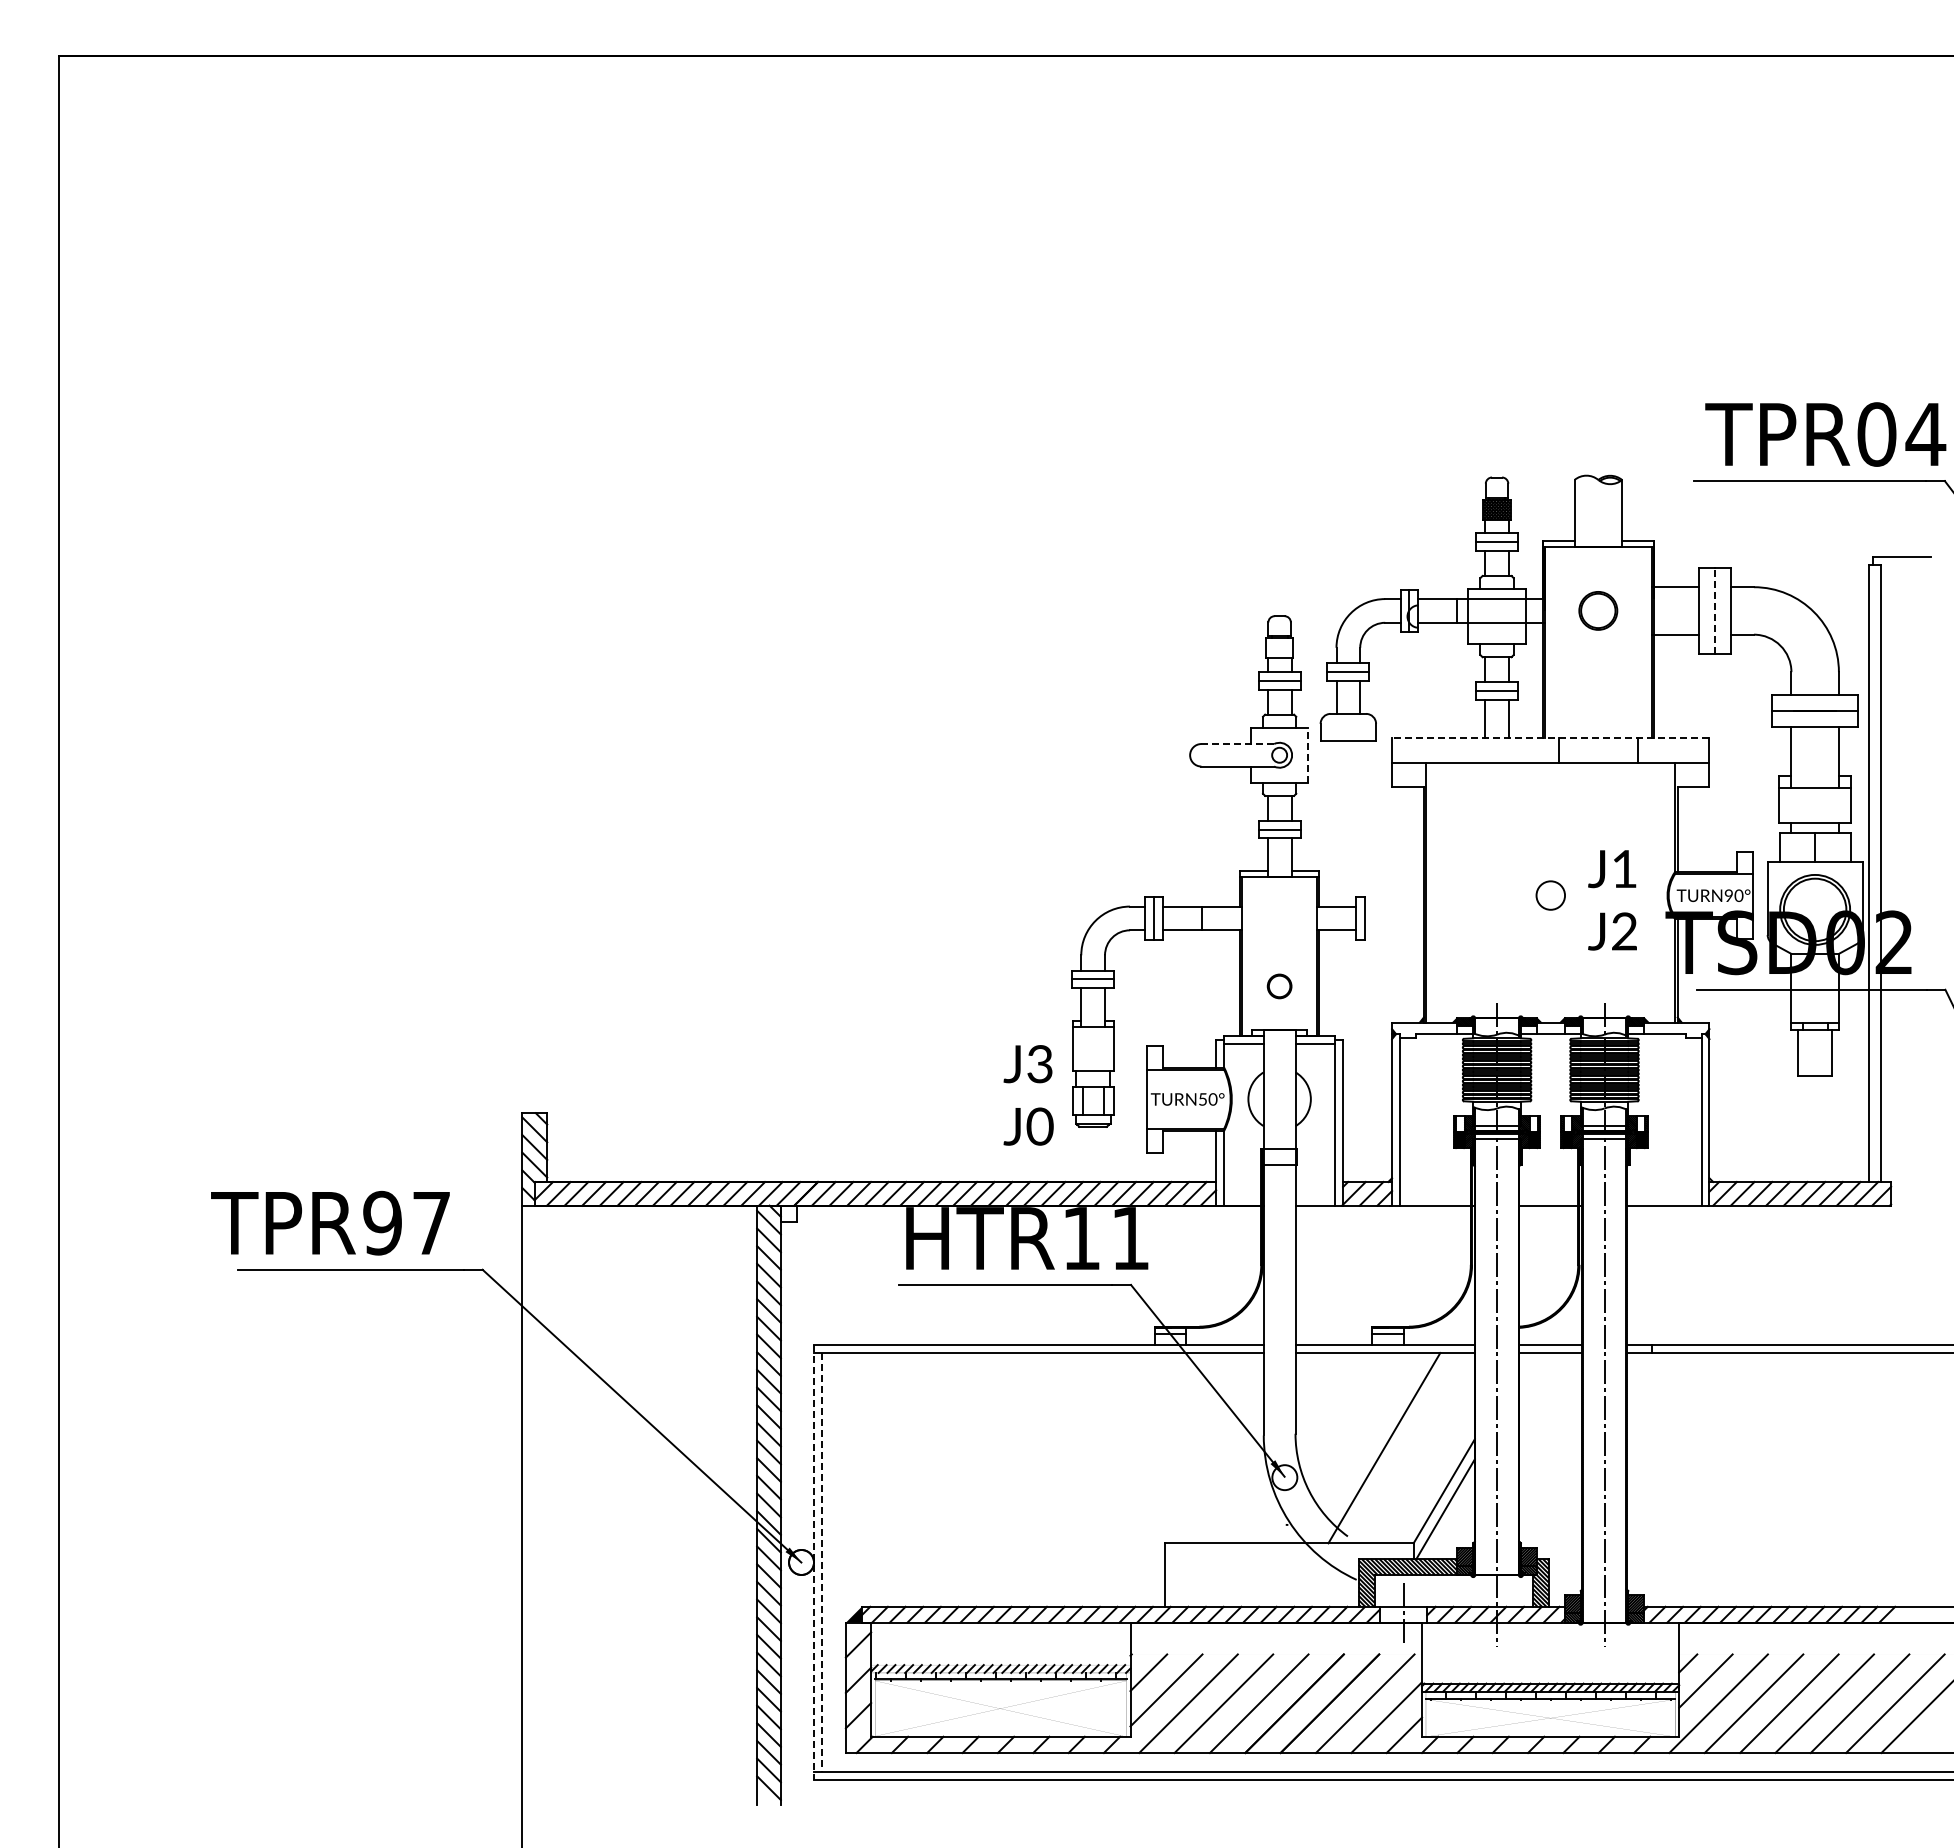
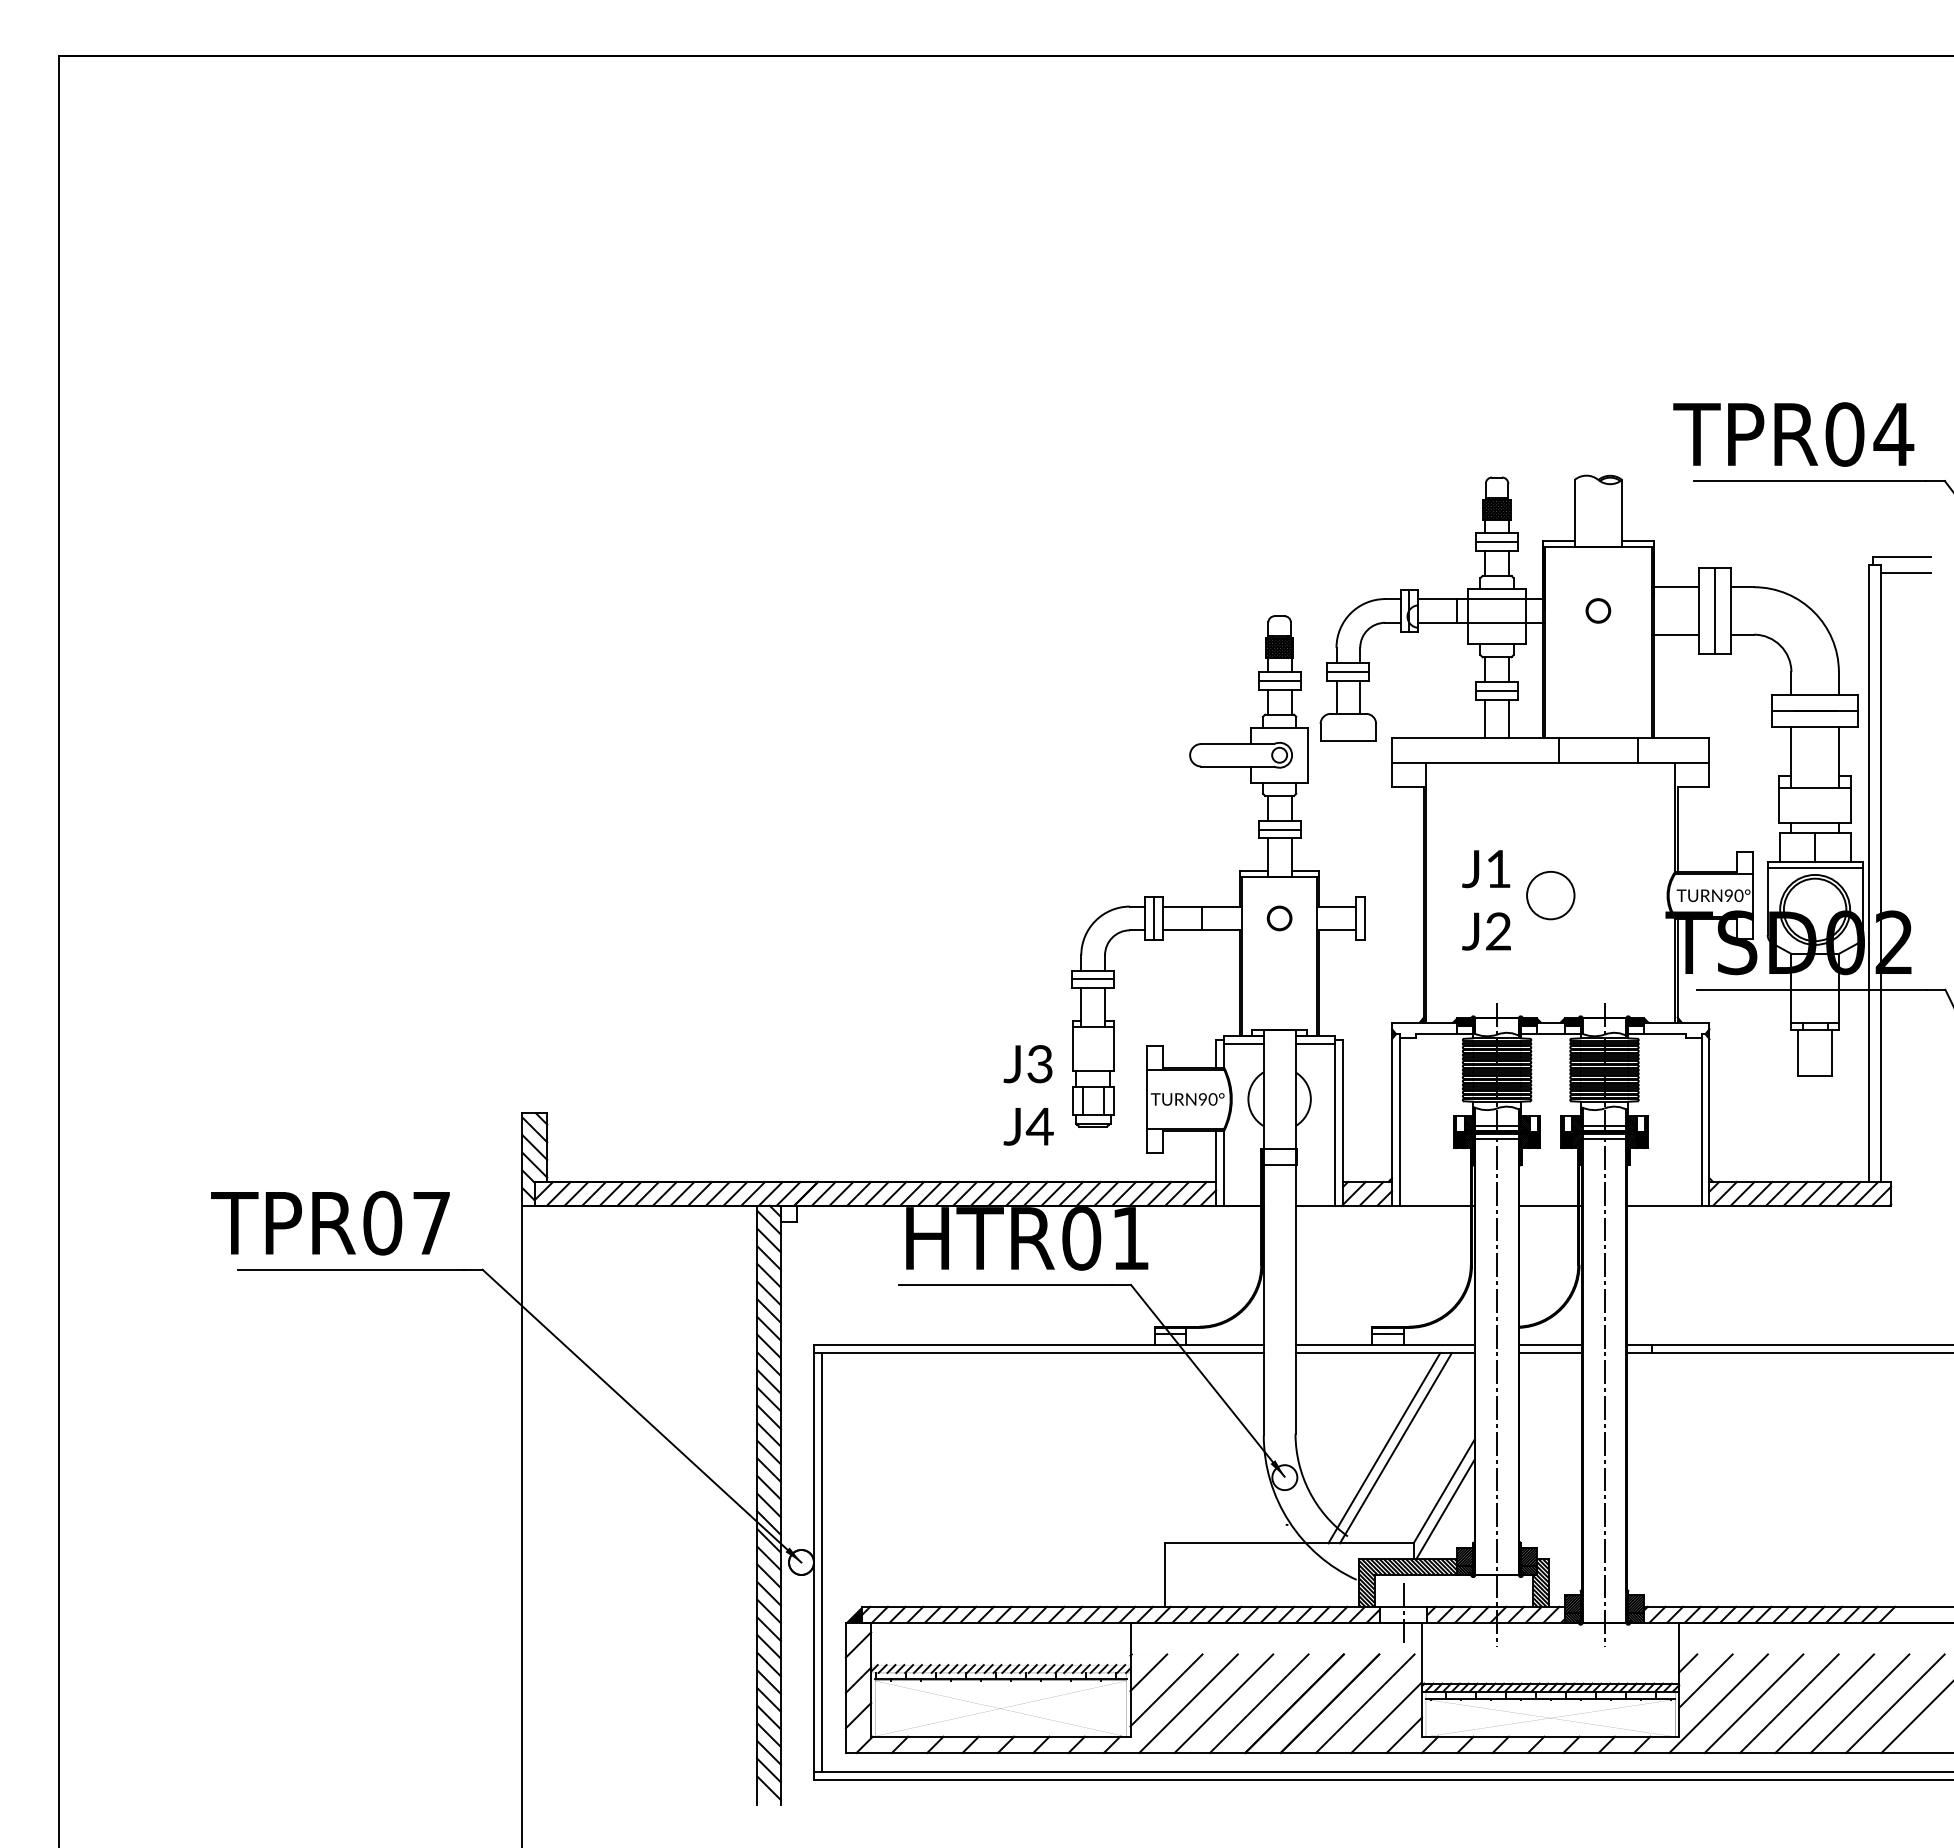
text at (1825, 434) position: (1825, 434) -> (1793, 434)
line at (1905, 573): none -> present
part at (1598, 610) size: 41x40 px -> 27x26 px
line at (1715, 610): dashed -> solid
hatch at (1279, 648): none -> present
line at (1550, 737): dashed -> solid
line at (1238, 744): dashed -> solid
line at (1308, 754): dashed -> solid
line at (1814, 868): none -> present
circle at (1550, 895) diameter: 28 px -> 47 px
text at (1612, 900) position: (1612, 900) -> (1486, 900)
part at (1279, 986) position: (1279, 986) -> (1279, 918)
text at (1202, 1099): TURN50° -> TURN90°
text at (1039, 1126): J0 -> J4
text at (382, 1223): TPR97 -> TPR07
text at (1081, 1238): HTR11 -> HTR01
line at (1395, 1447): none -> present
line at (814, 1562): dashed -> solid
line at (821, 1562): dashed -> solid
